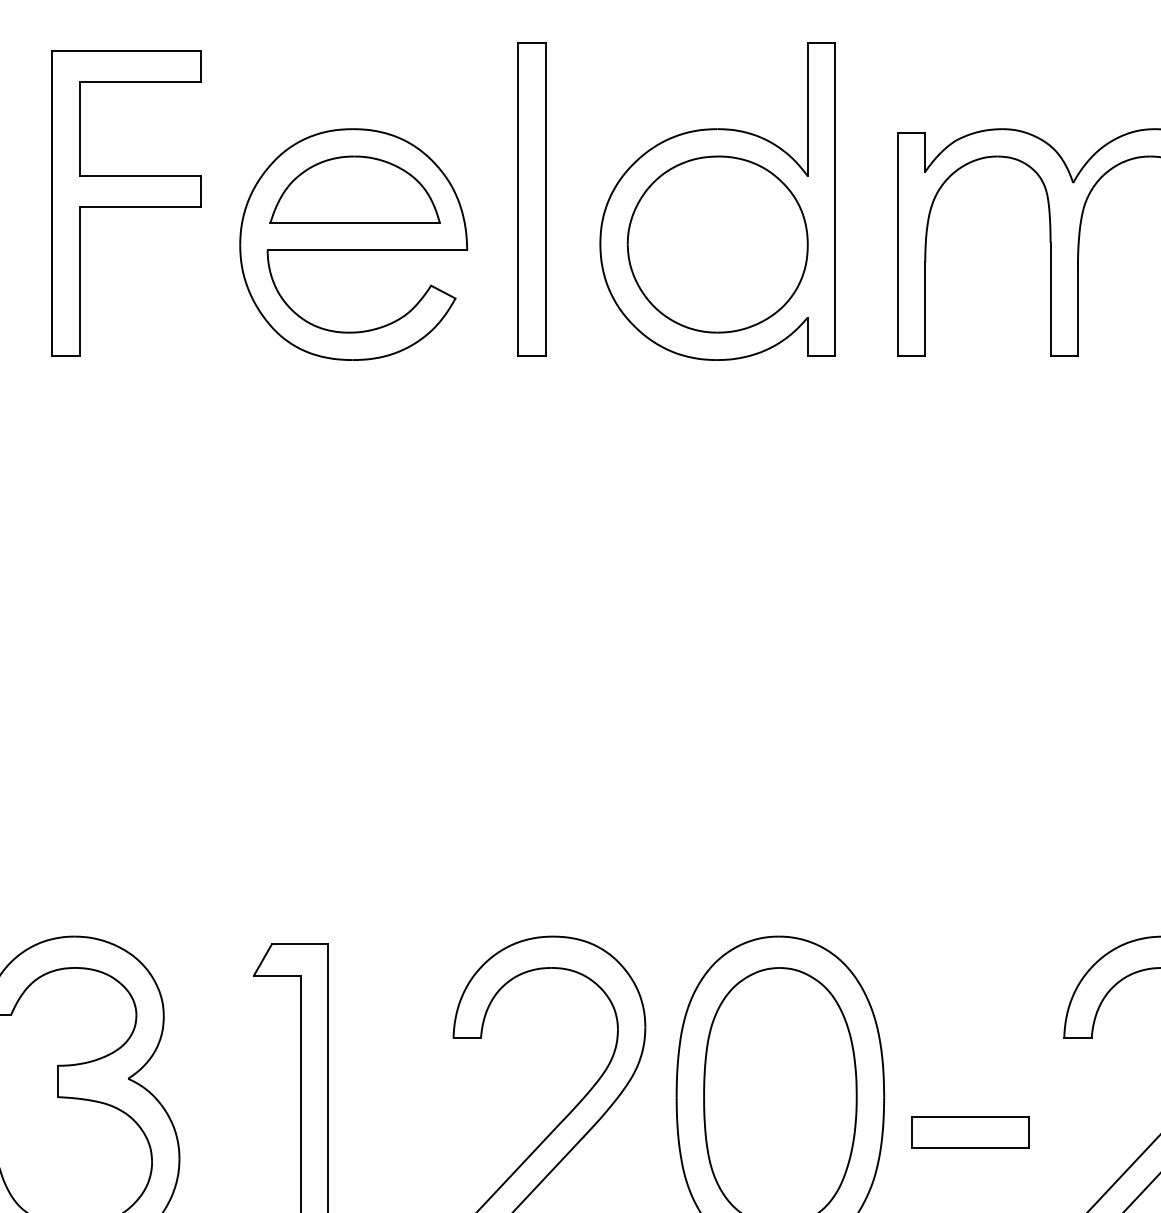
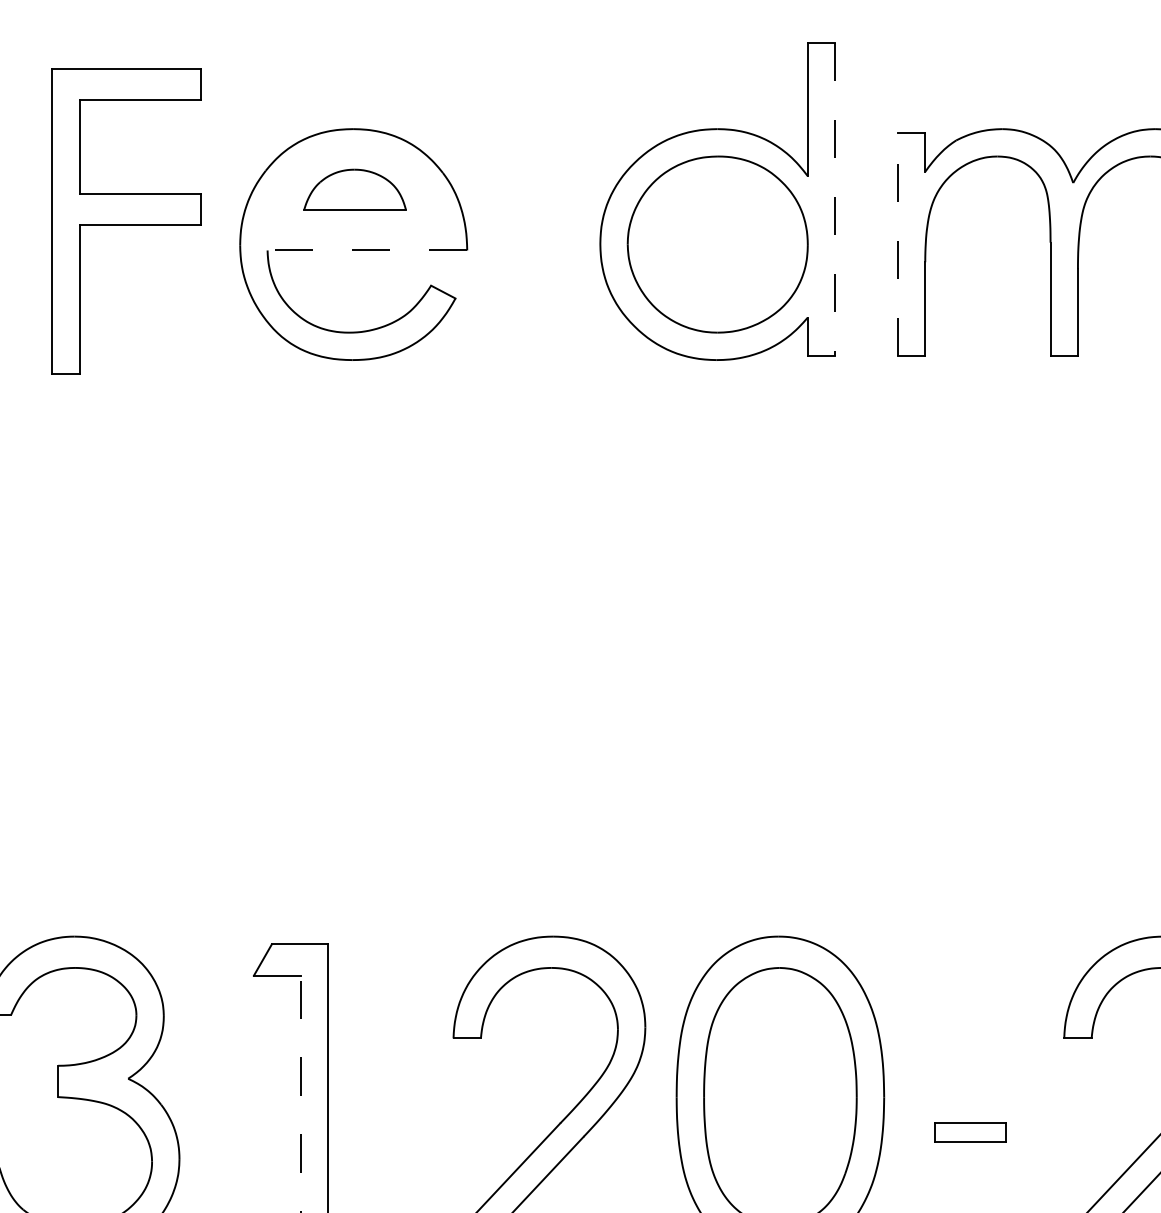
part at (354, 189) size: 172x69 px -> 104x43 px
part at (531, 199): present -> none
line at (835, 199): solid -> dashed
part at (126, 203) position: (126, 203) -> (126, 221)
line at (897, 244): solid -> dashed
line at (367, 250): solid -> dashed
line at (300, 1094): solid -> dashed
part at (970, 1132) size: 119x33 px -> 73x21 px
